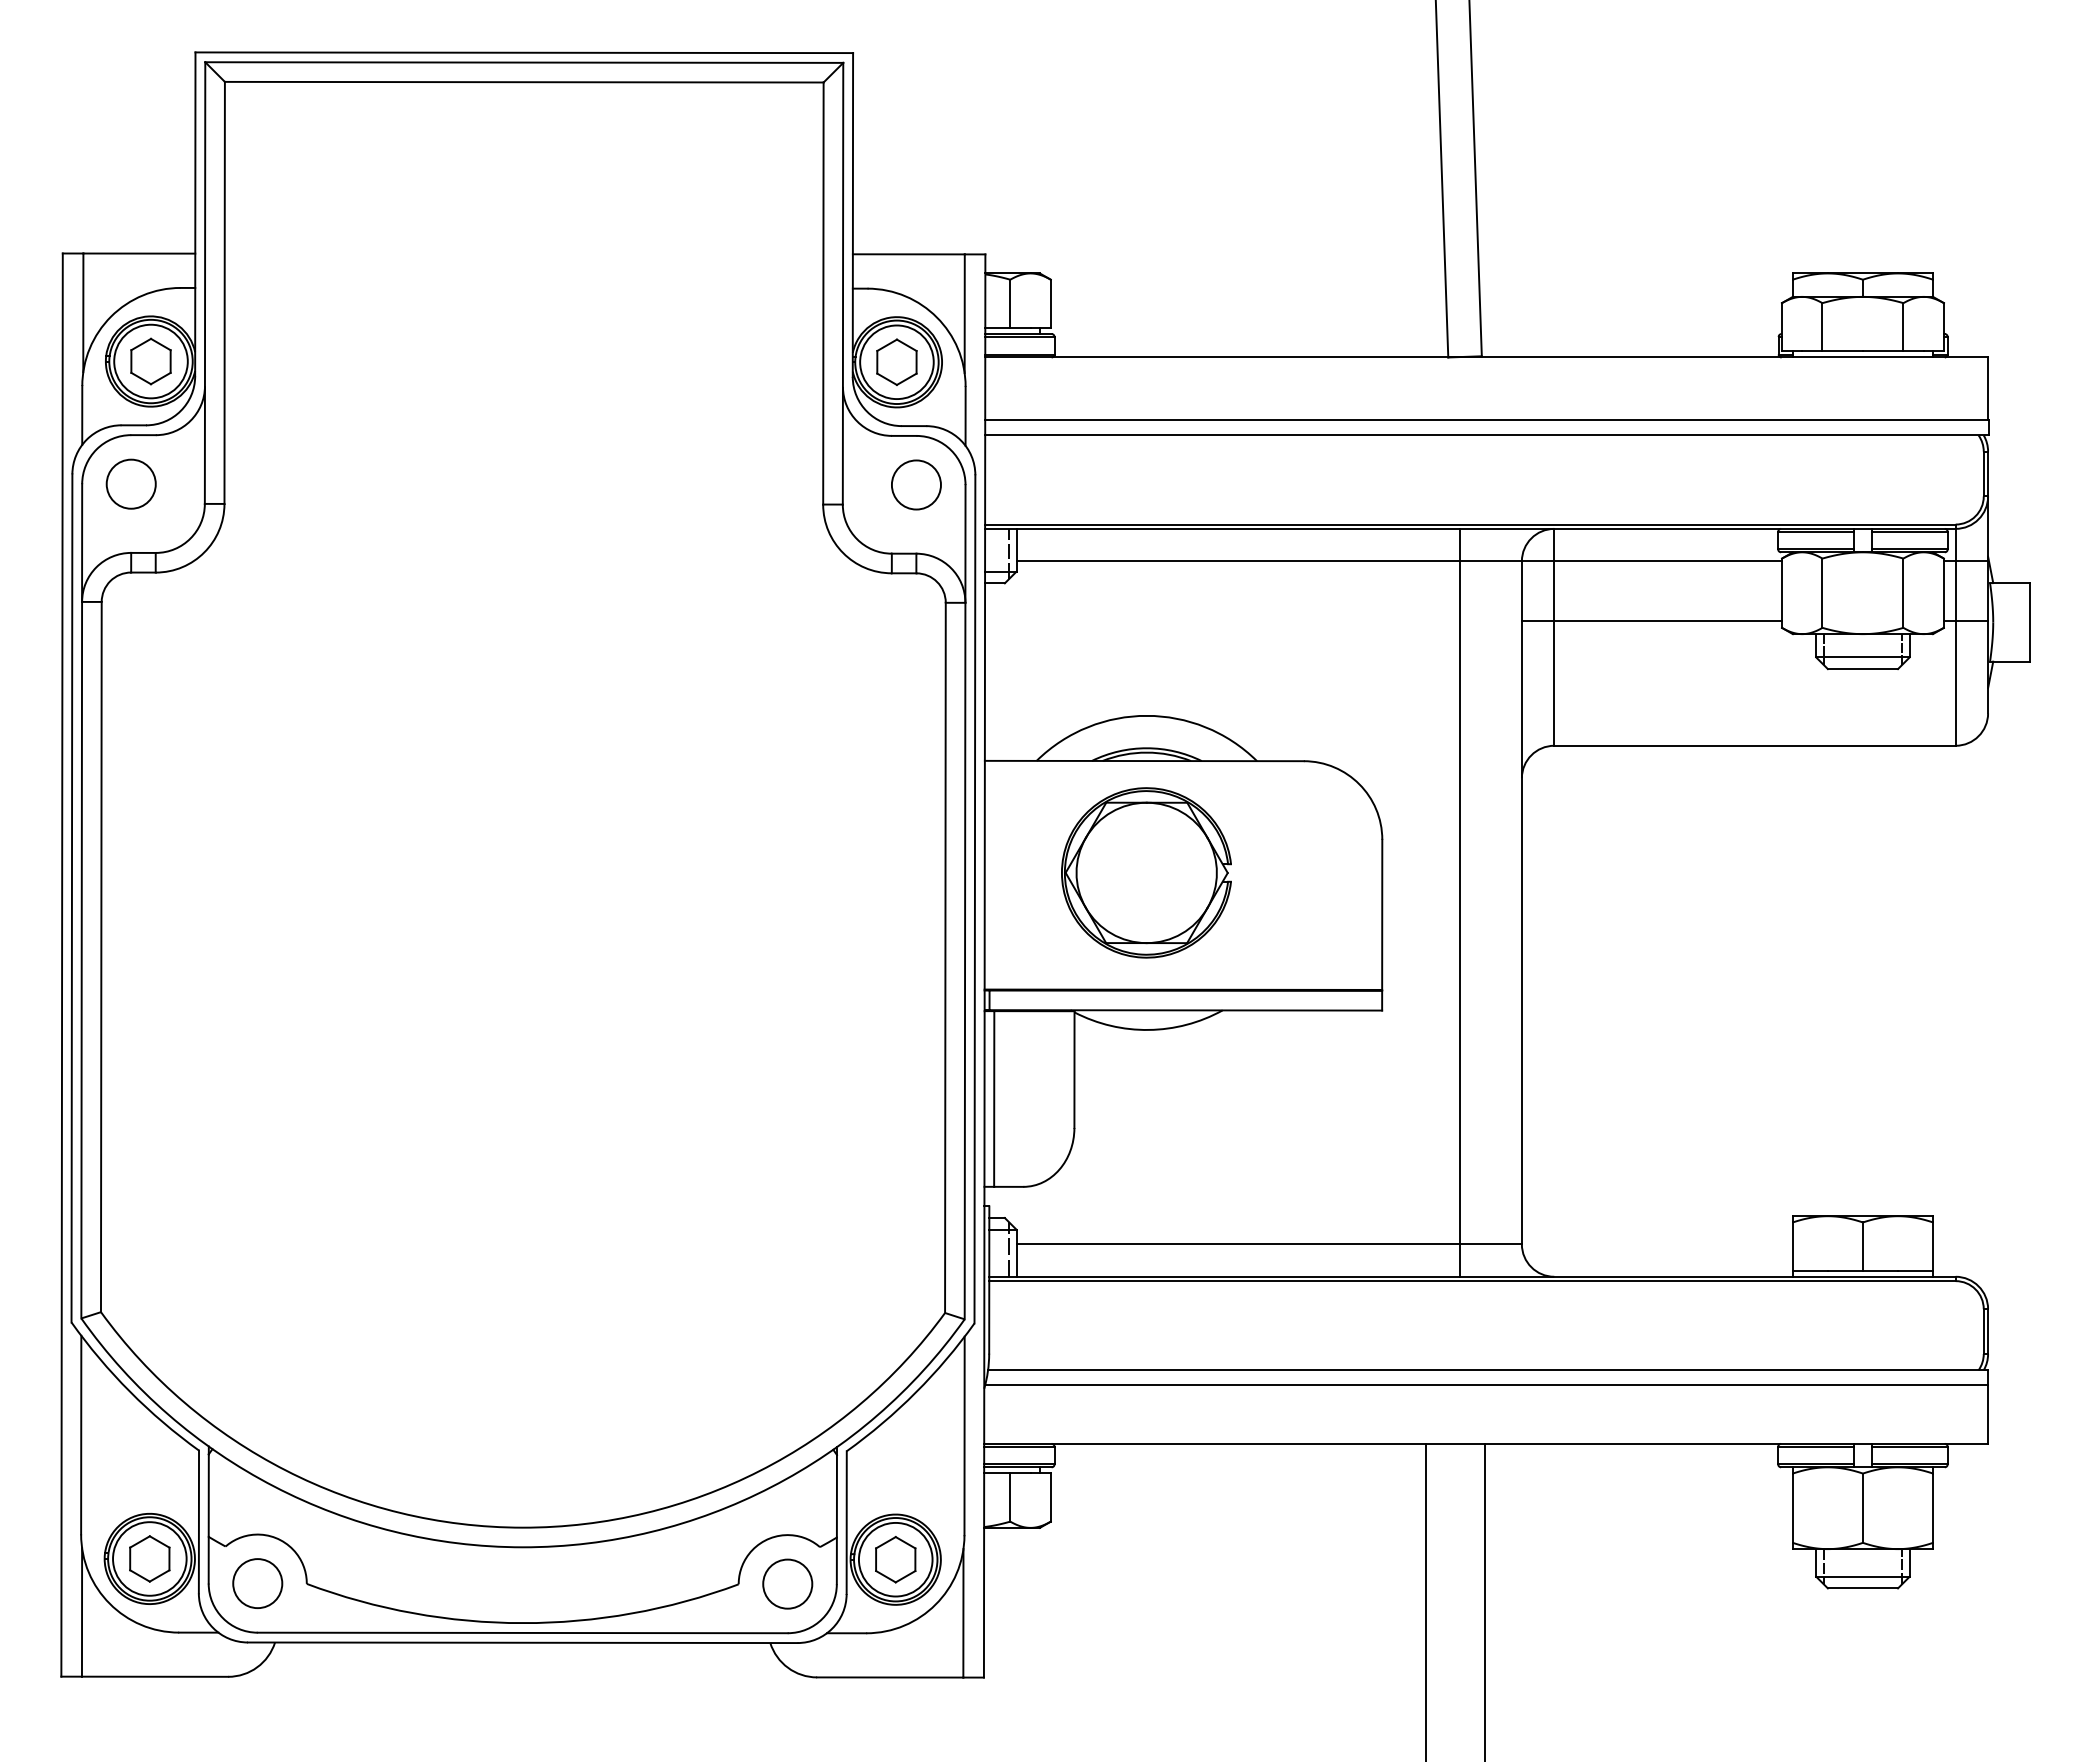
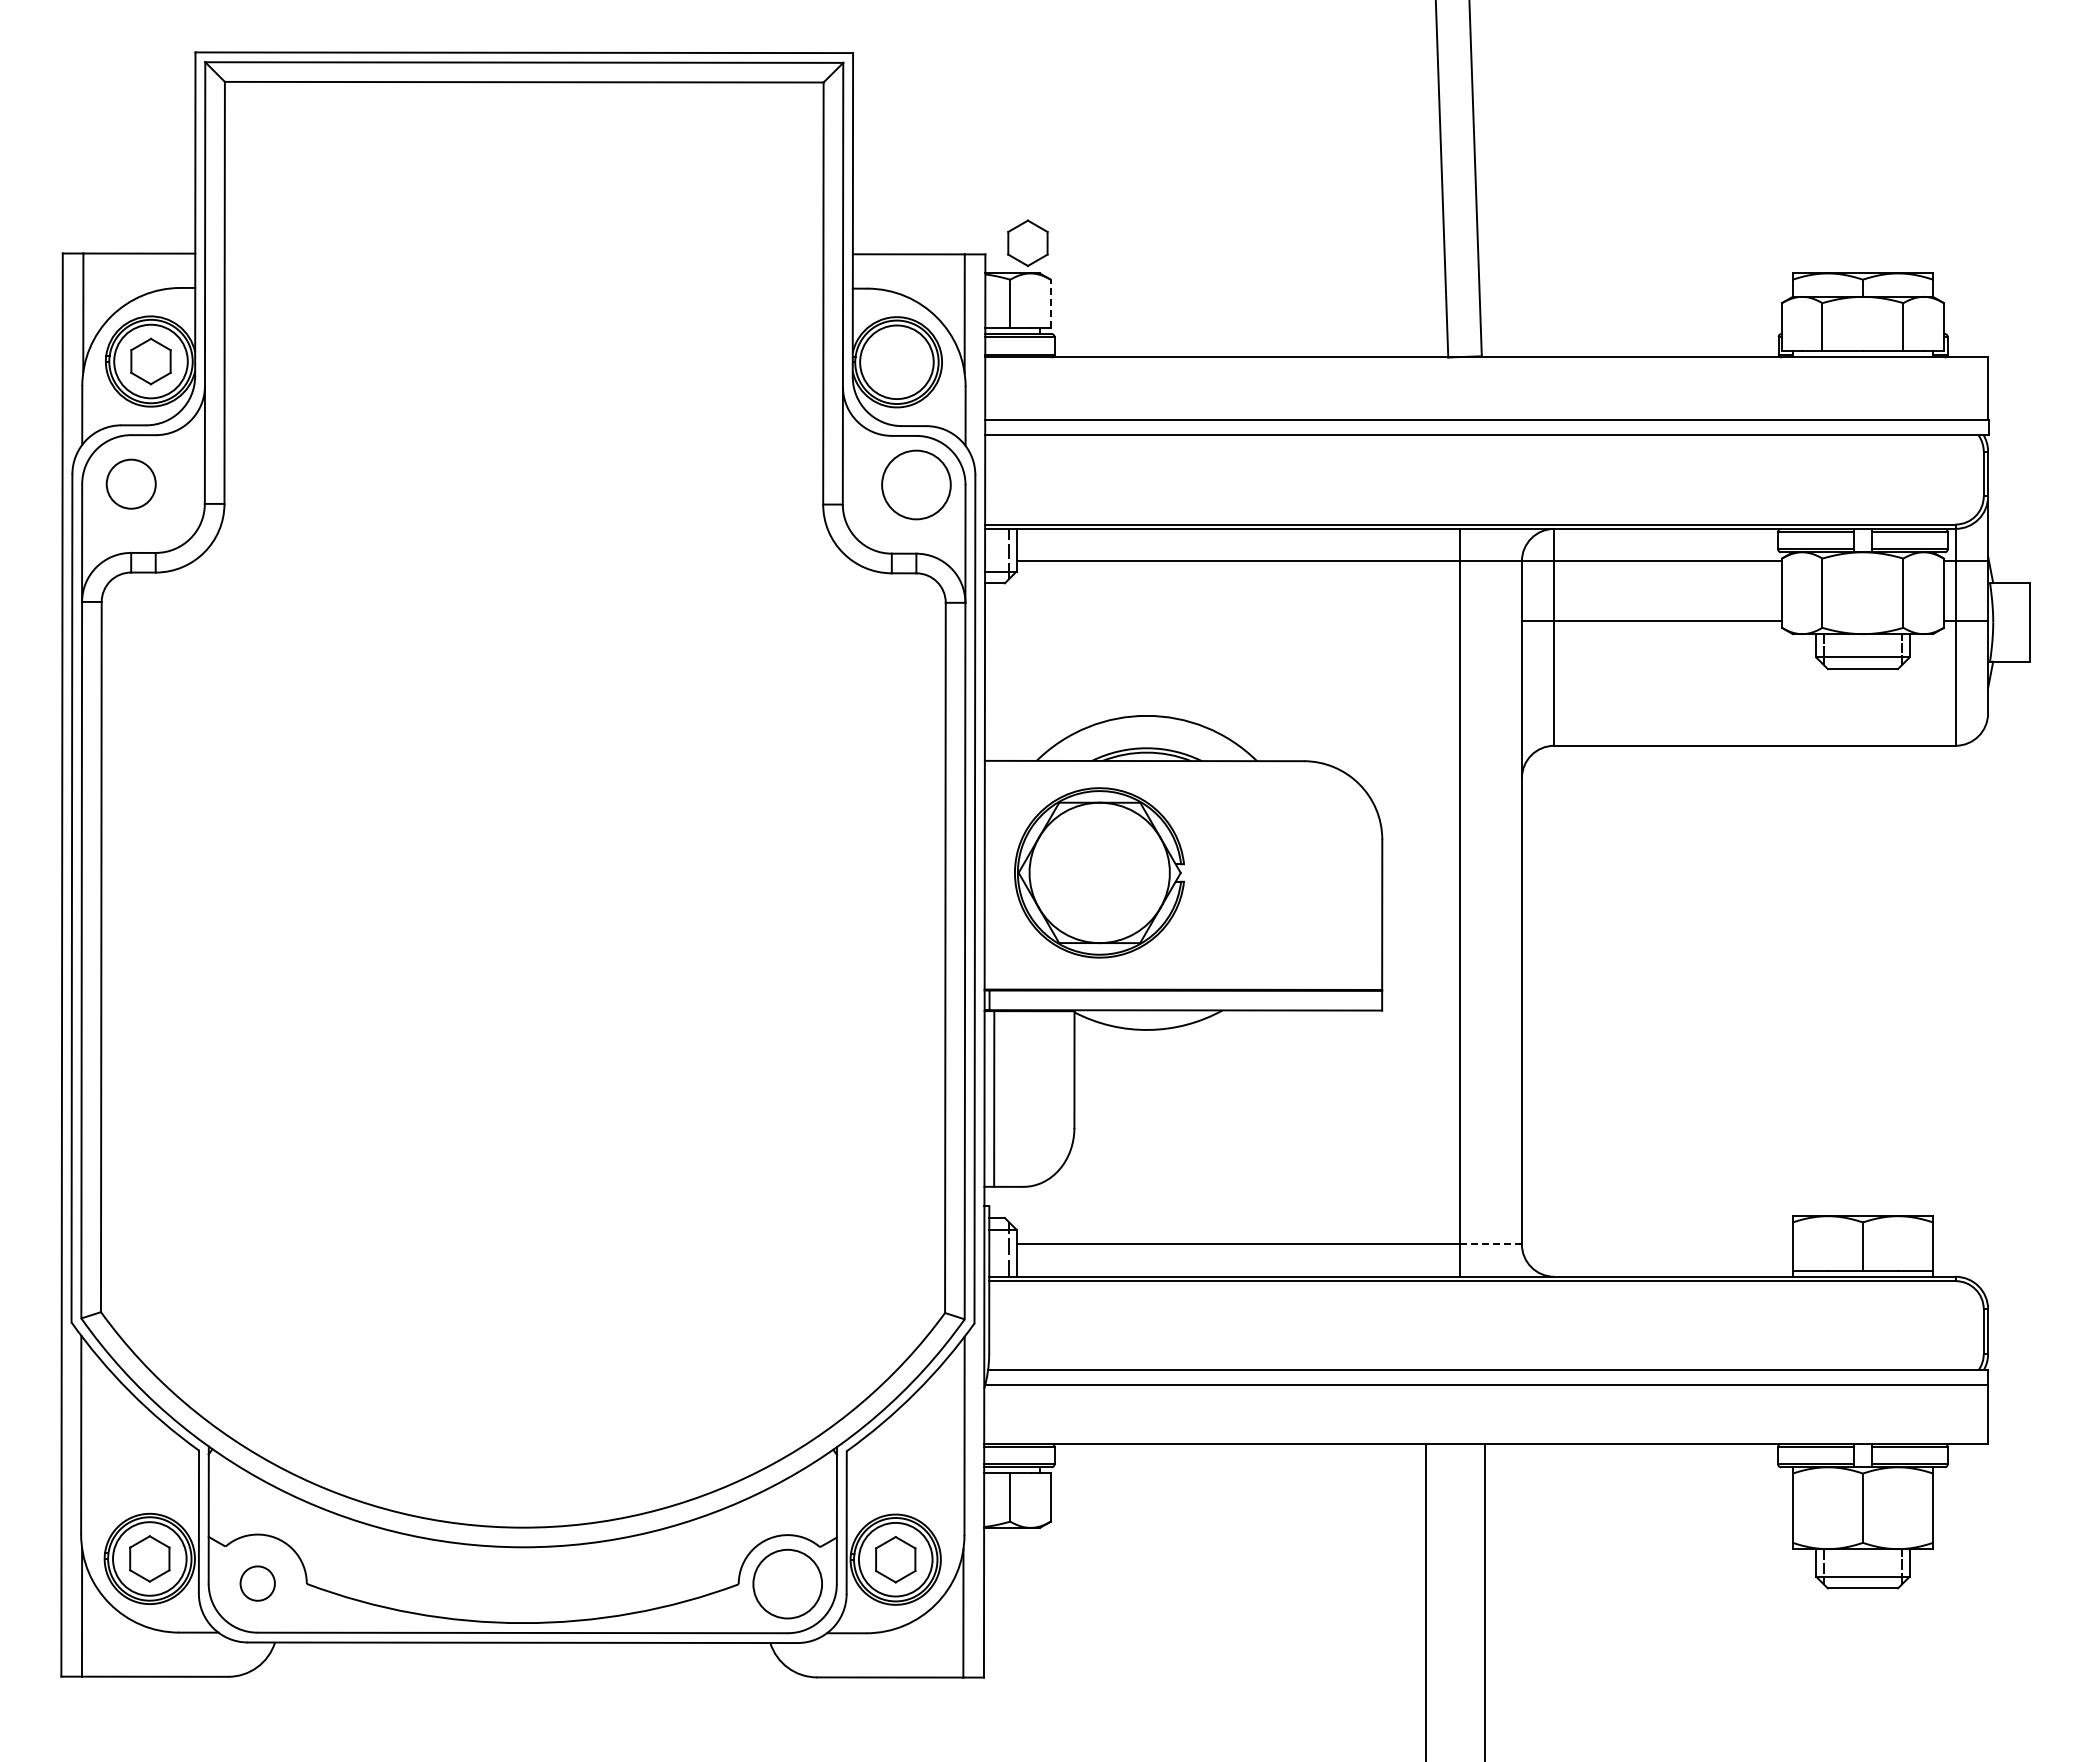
line at (1050, 303): solid -> dashed
part at (896, 361) position: (896, 361) -> (1027, 242)
circle at (915, 484) diameter: 49 px -> 69 px
part at (1146, 872) position: (1146, 872) -> (1099, 872)
line at (1491, 1244): solid -> dashed
circle at (257, 1583) diameter: 49 px -> 34 px
circle at (787, 1583) diameter: 49 px -> 69 px
